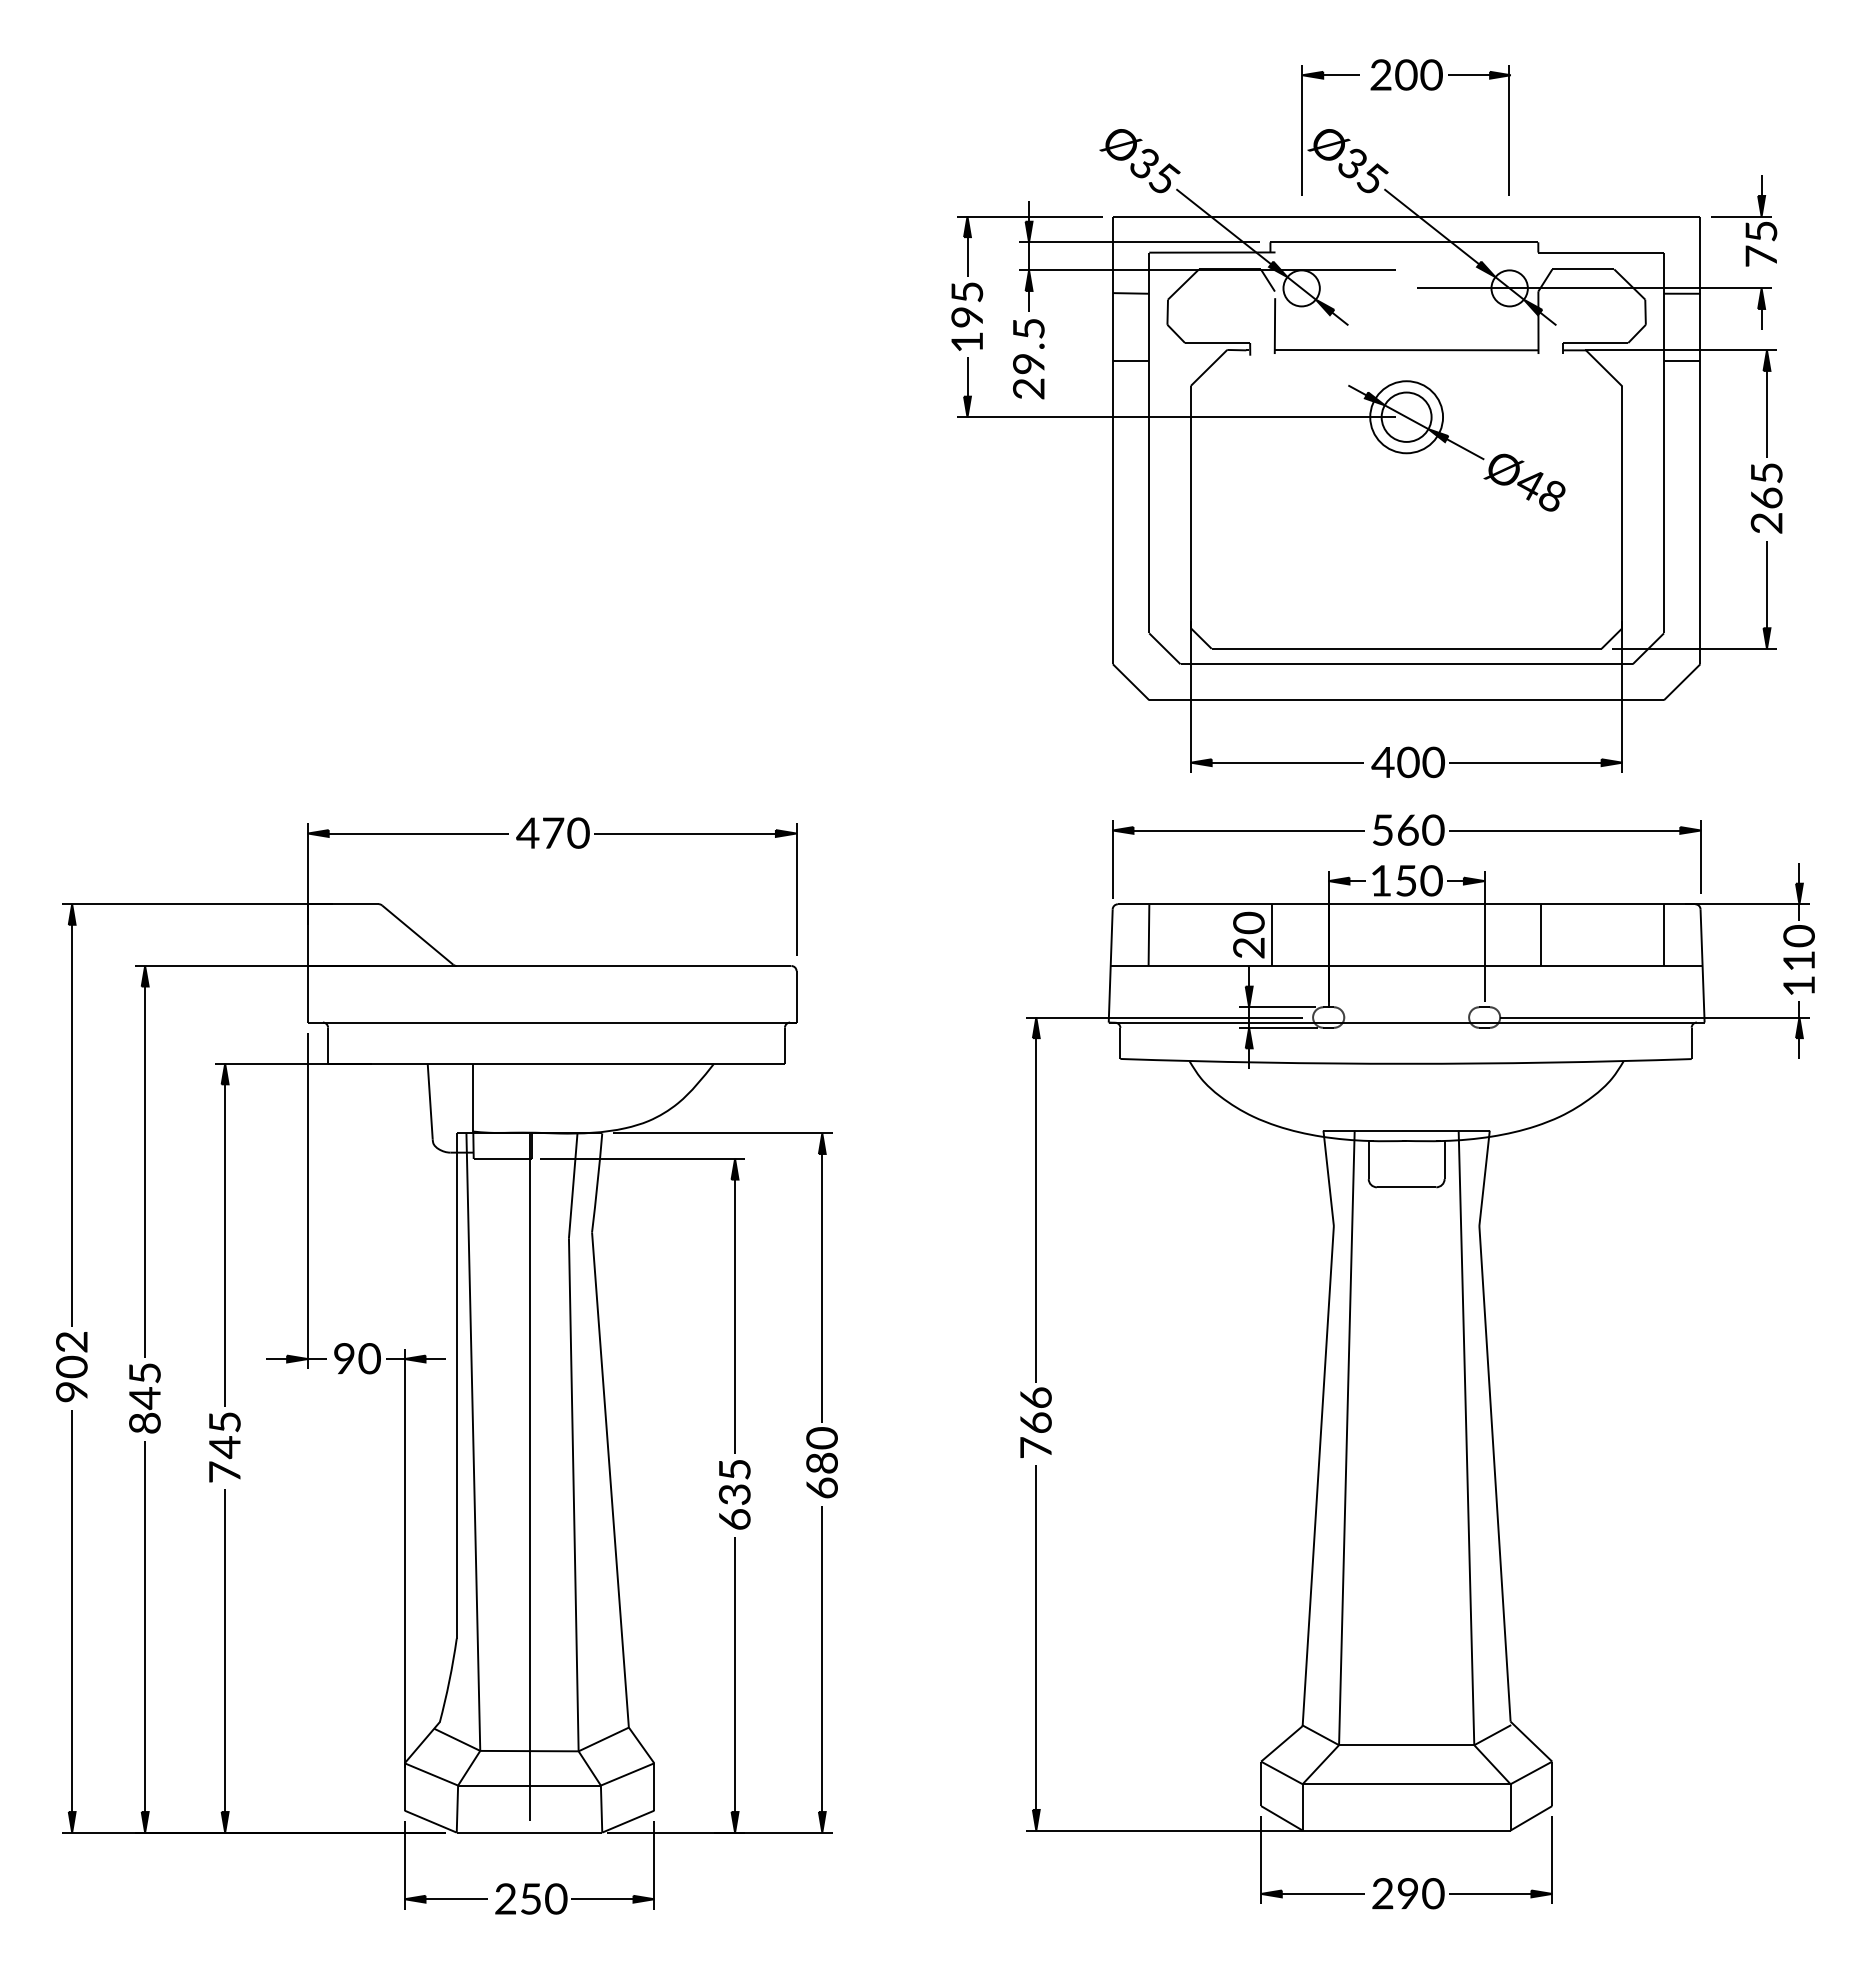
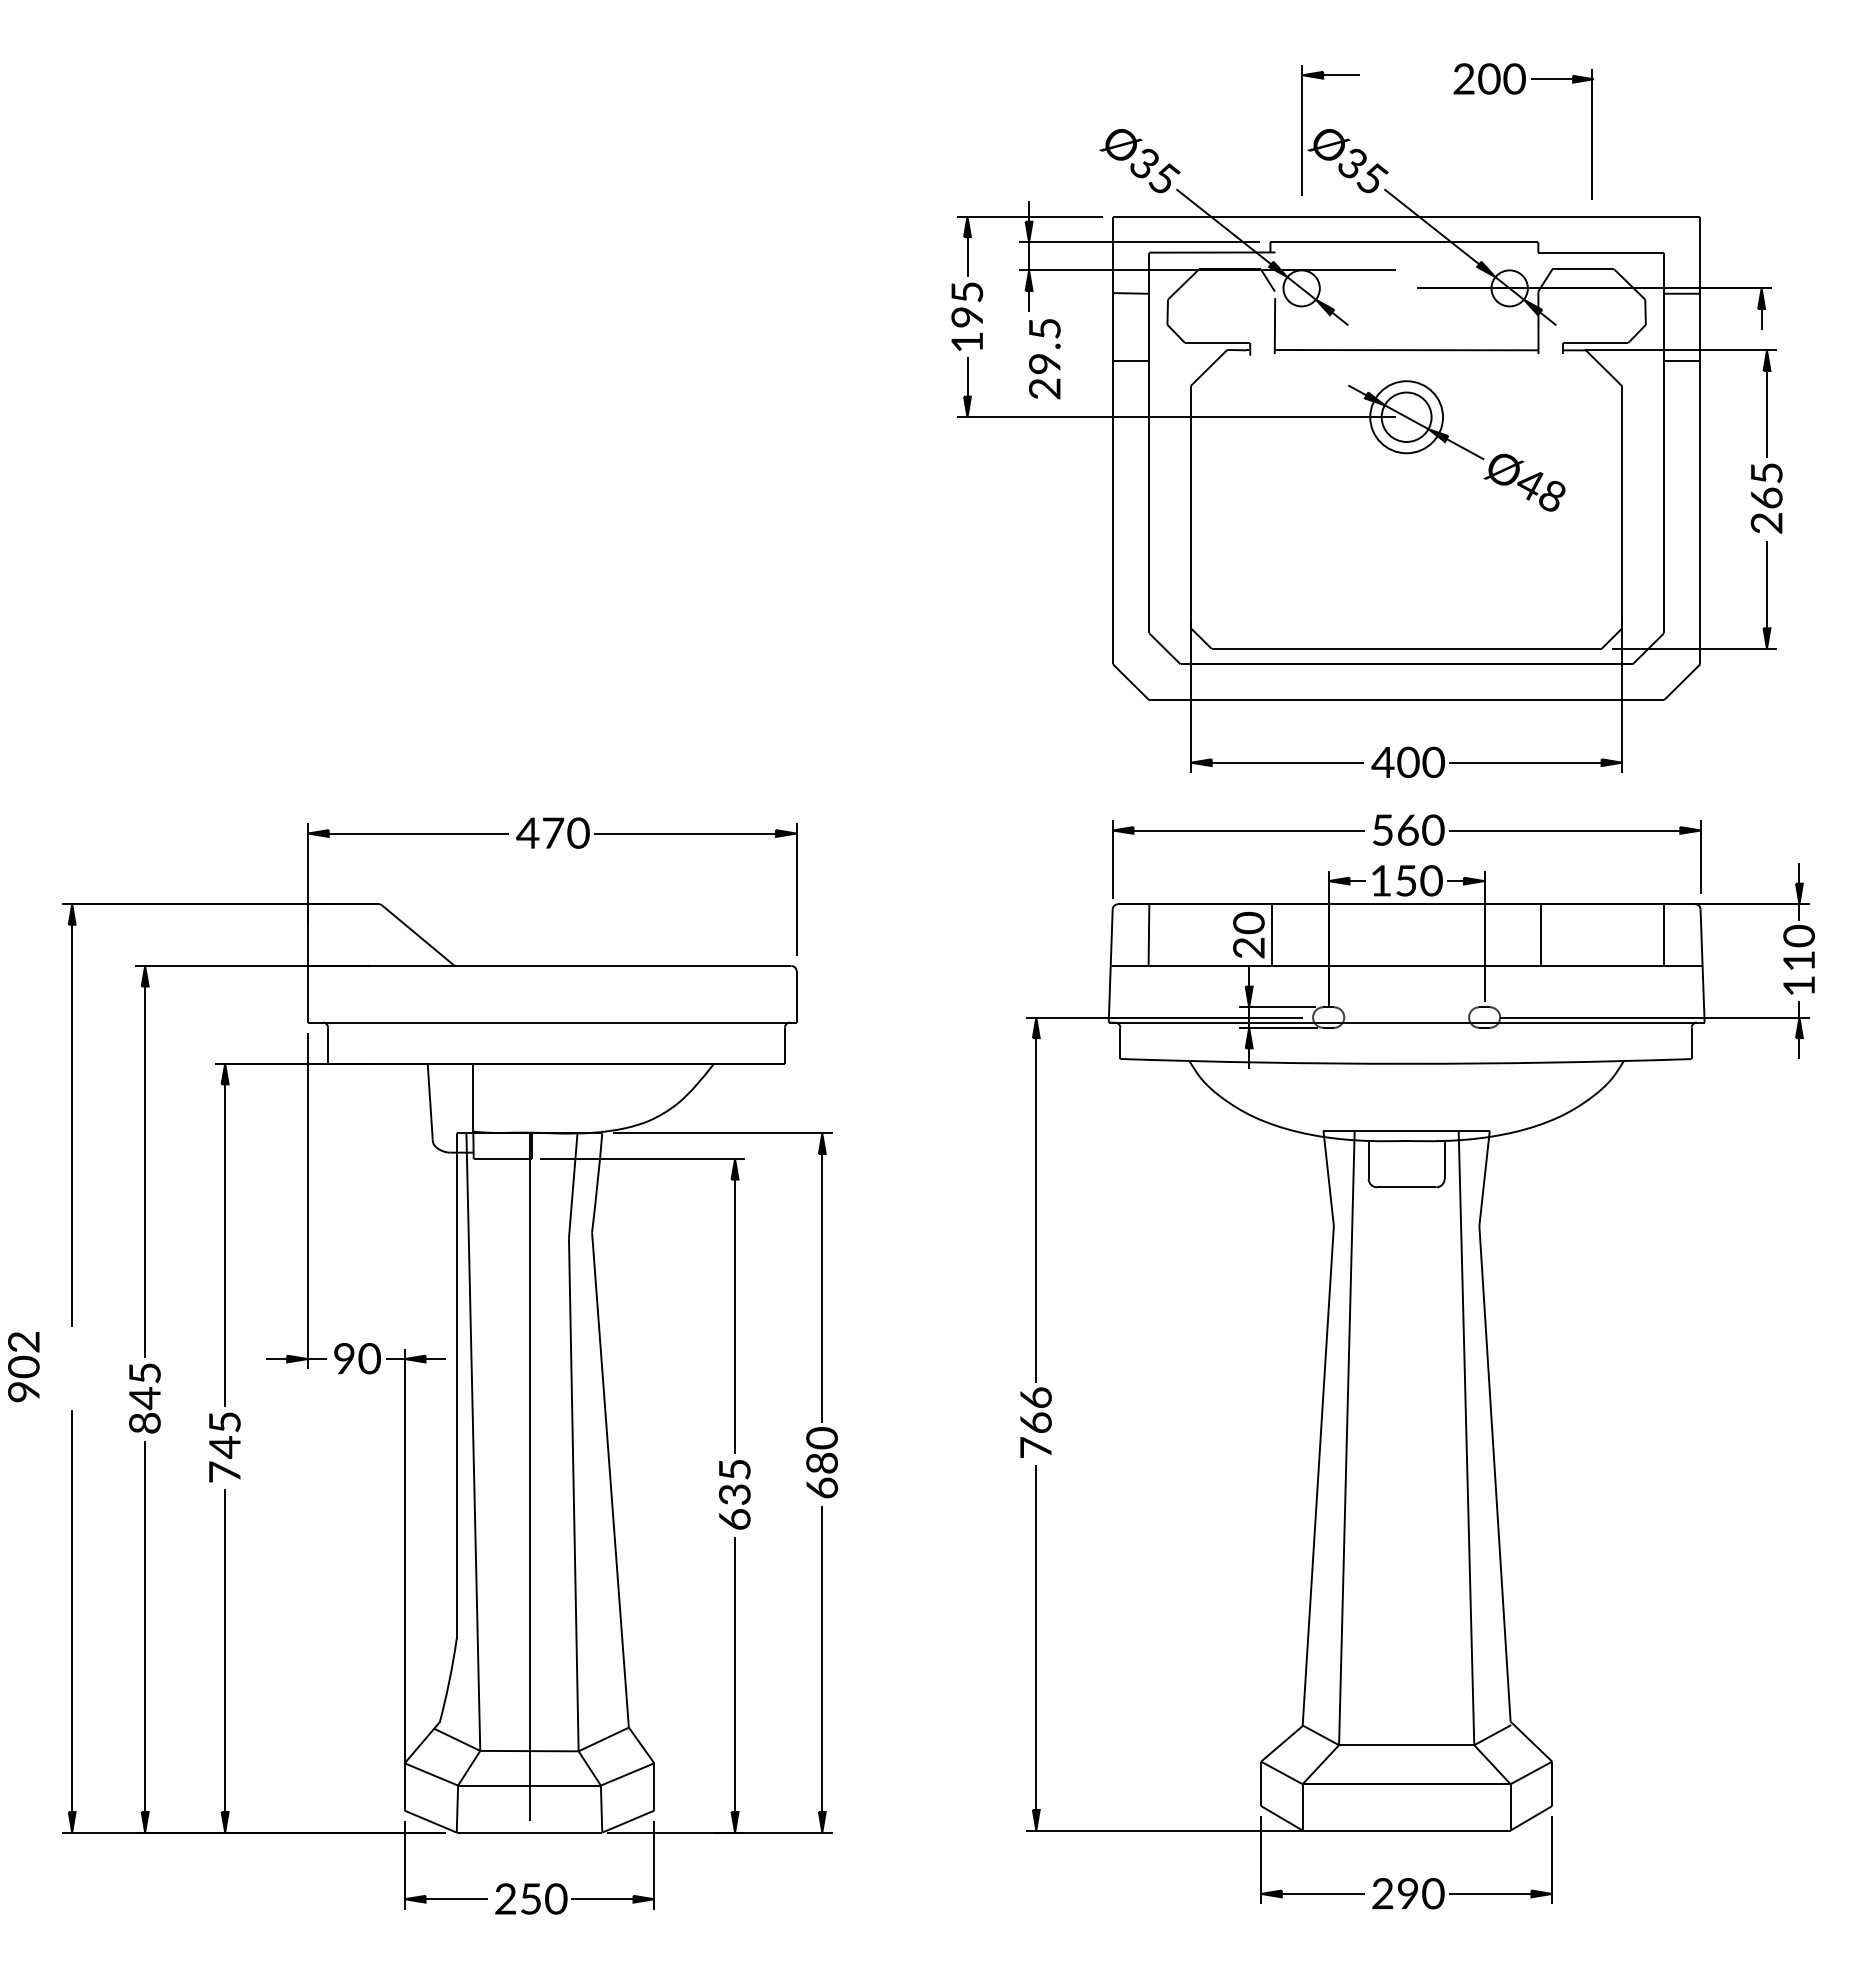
part at (1434, 90) position: (1434, 90) -> (1517, 94)
part at (1744, 220): present -> none
text at (1028, 359) position: (1028, 359) -> (1044, 359)
text at (71, 1367) position: (71, 1367) -> (23, 1367)
